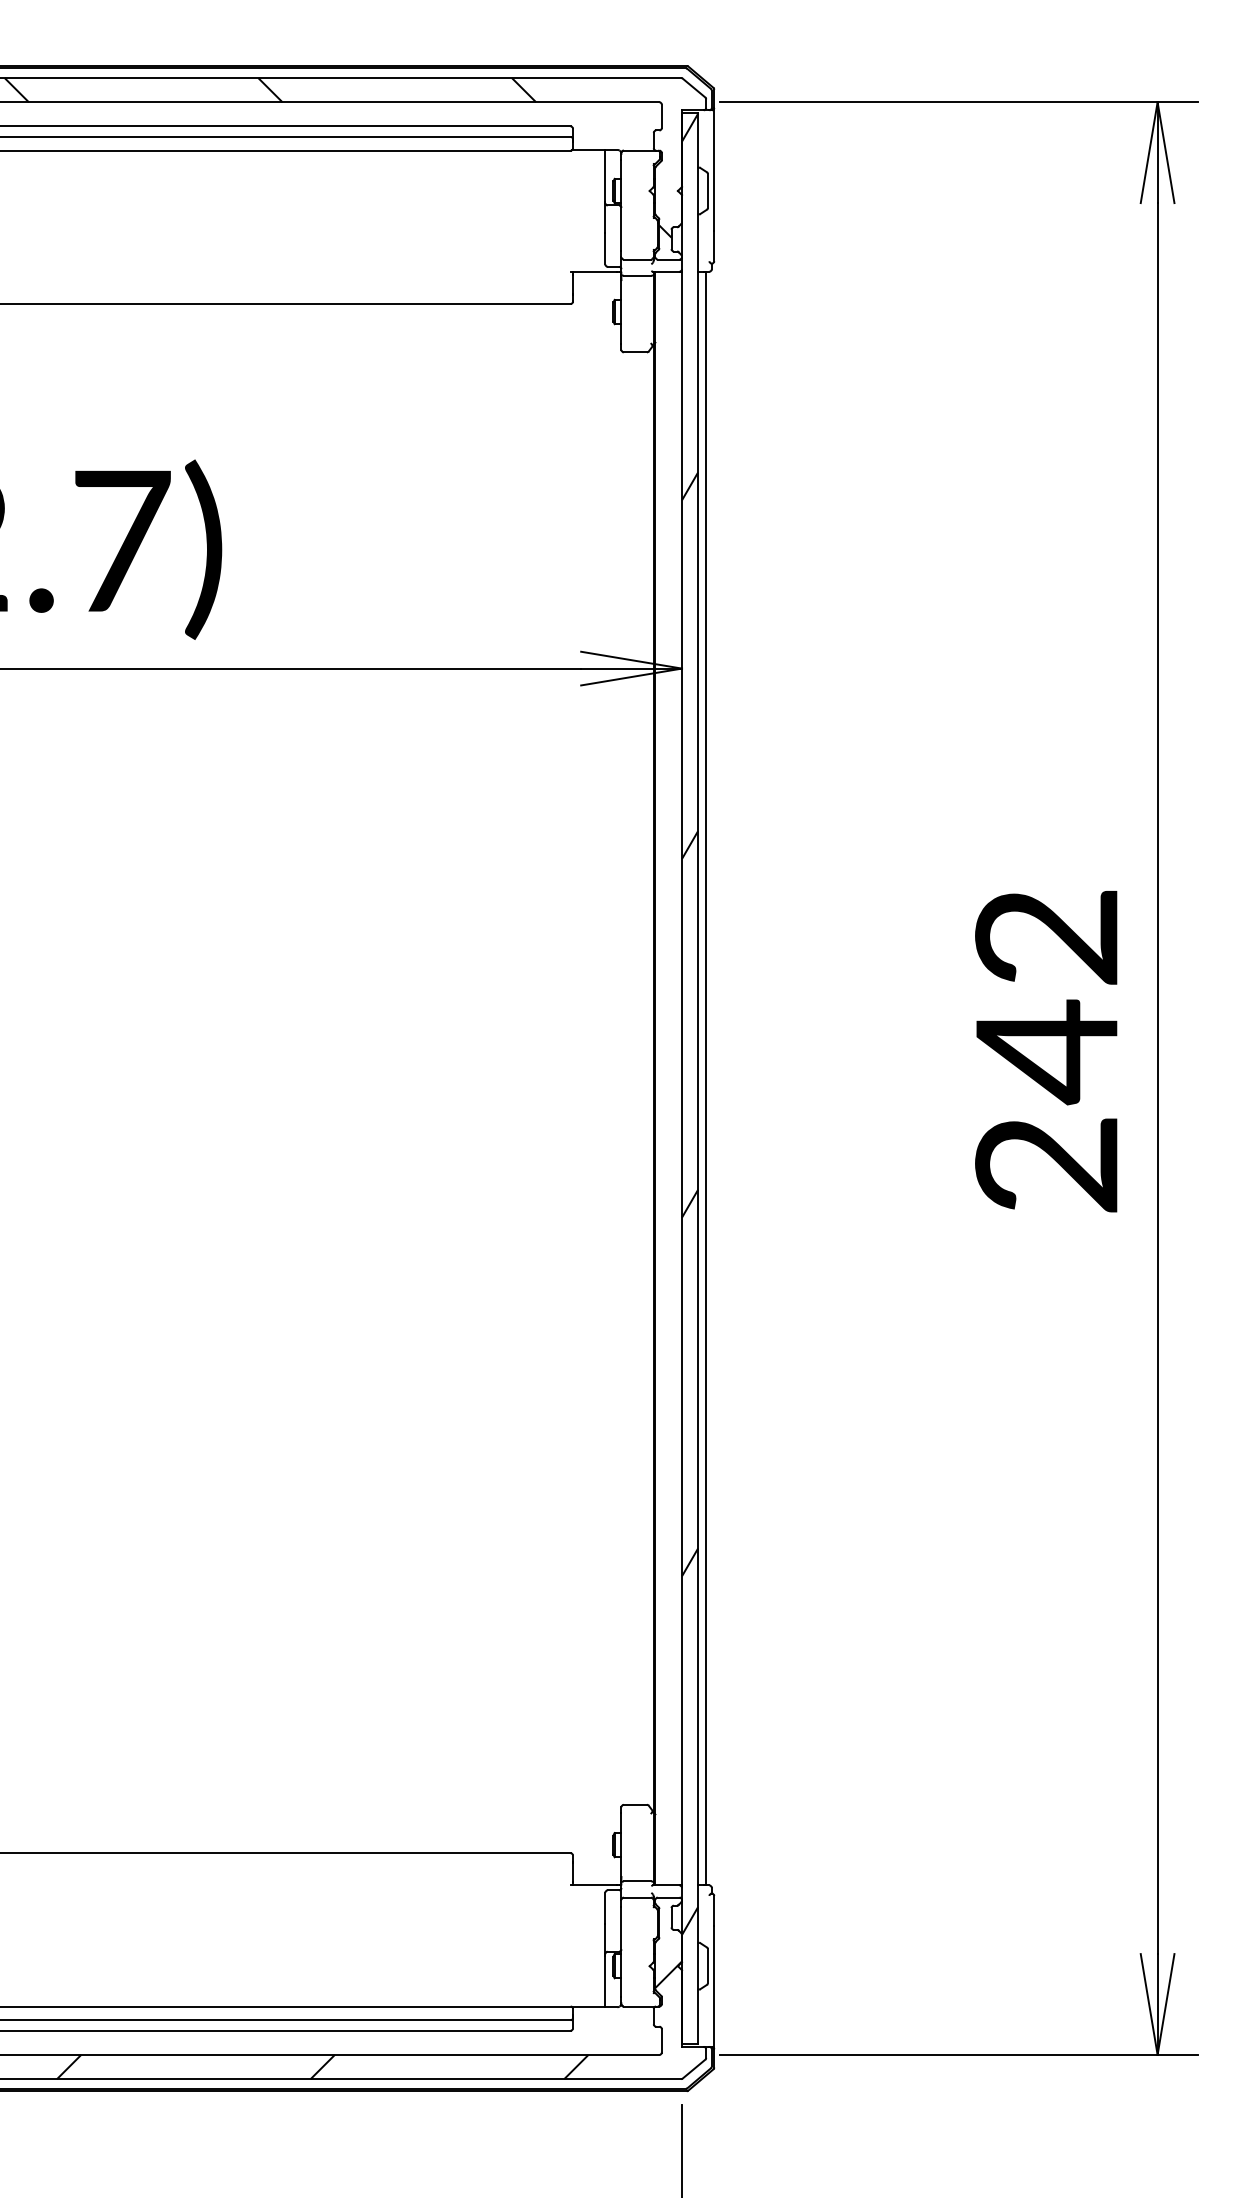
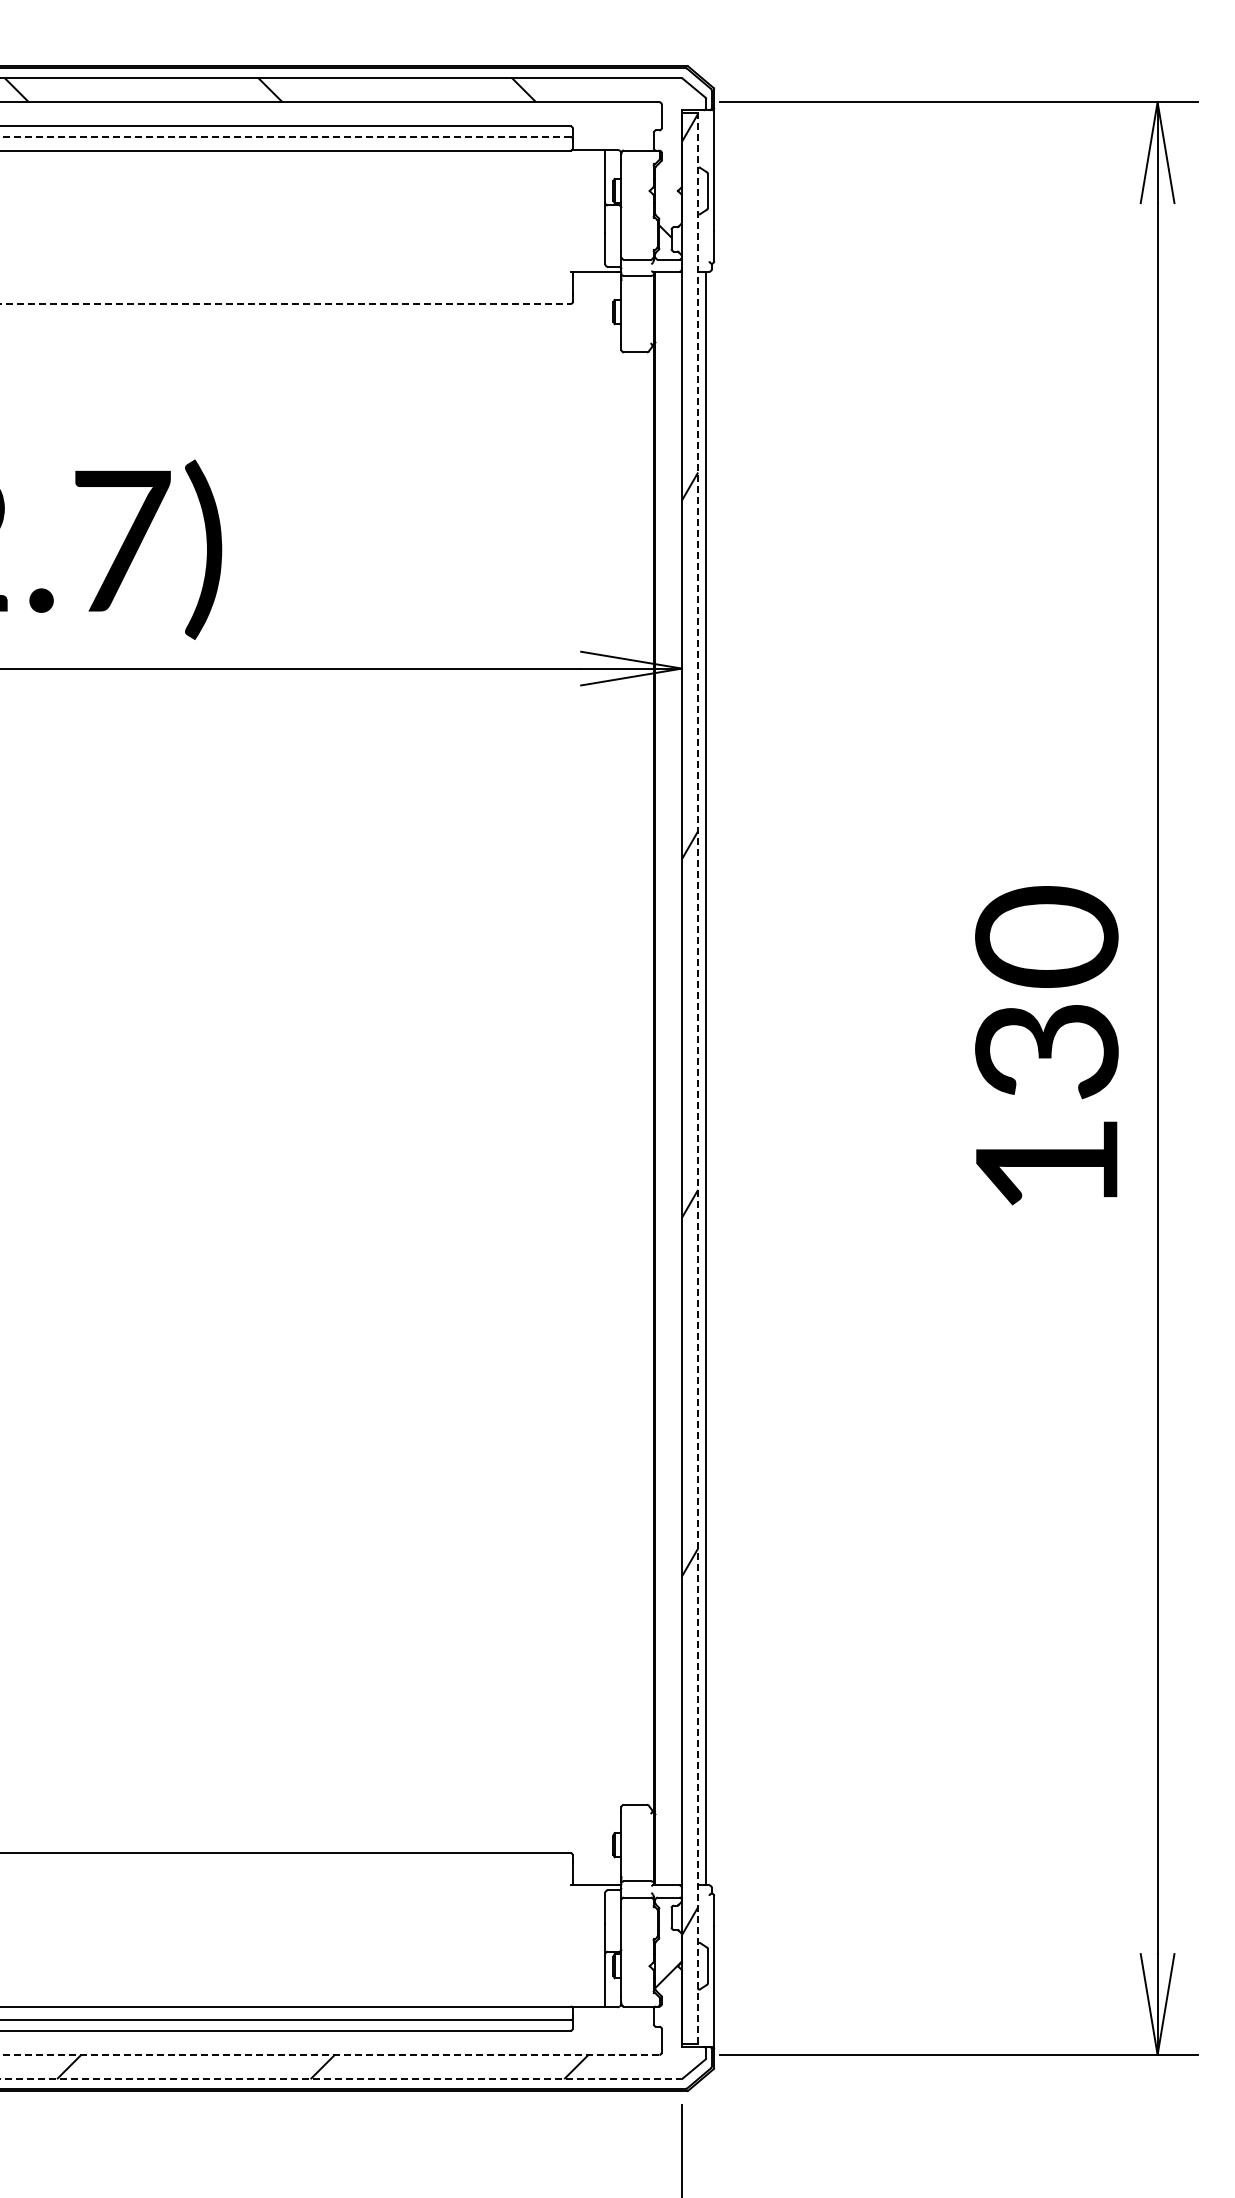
line at (284, 136): solid -> dashed
line at (285, 303): solid -> dashed
text at (1046, 1049): 242 -> 130
line at (698, 1078): solid -> dashed
line at (329, 2054): solid -> dashed
line at (341, 2079): solid -> dashed
